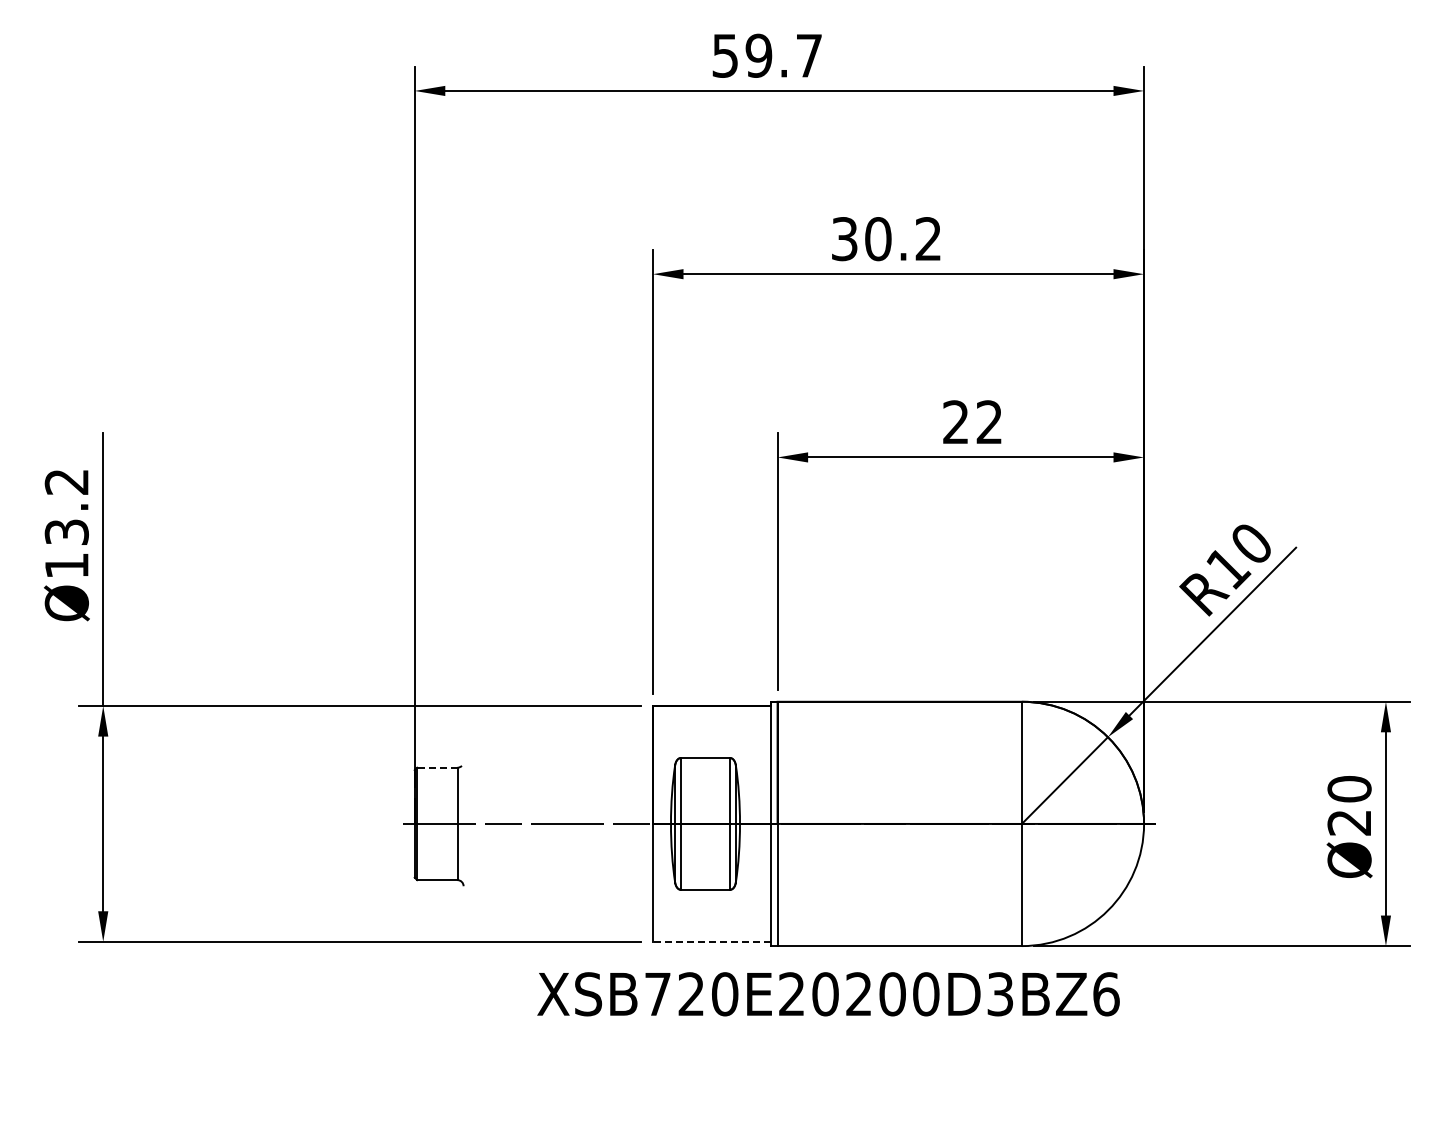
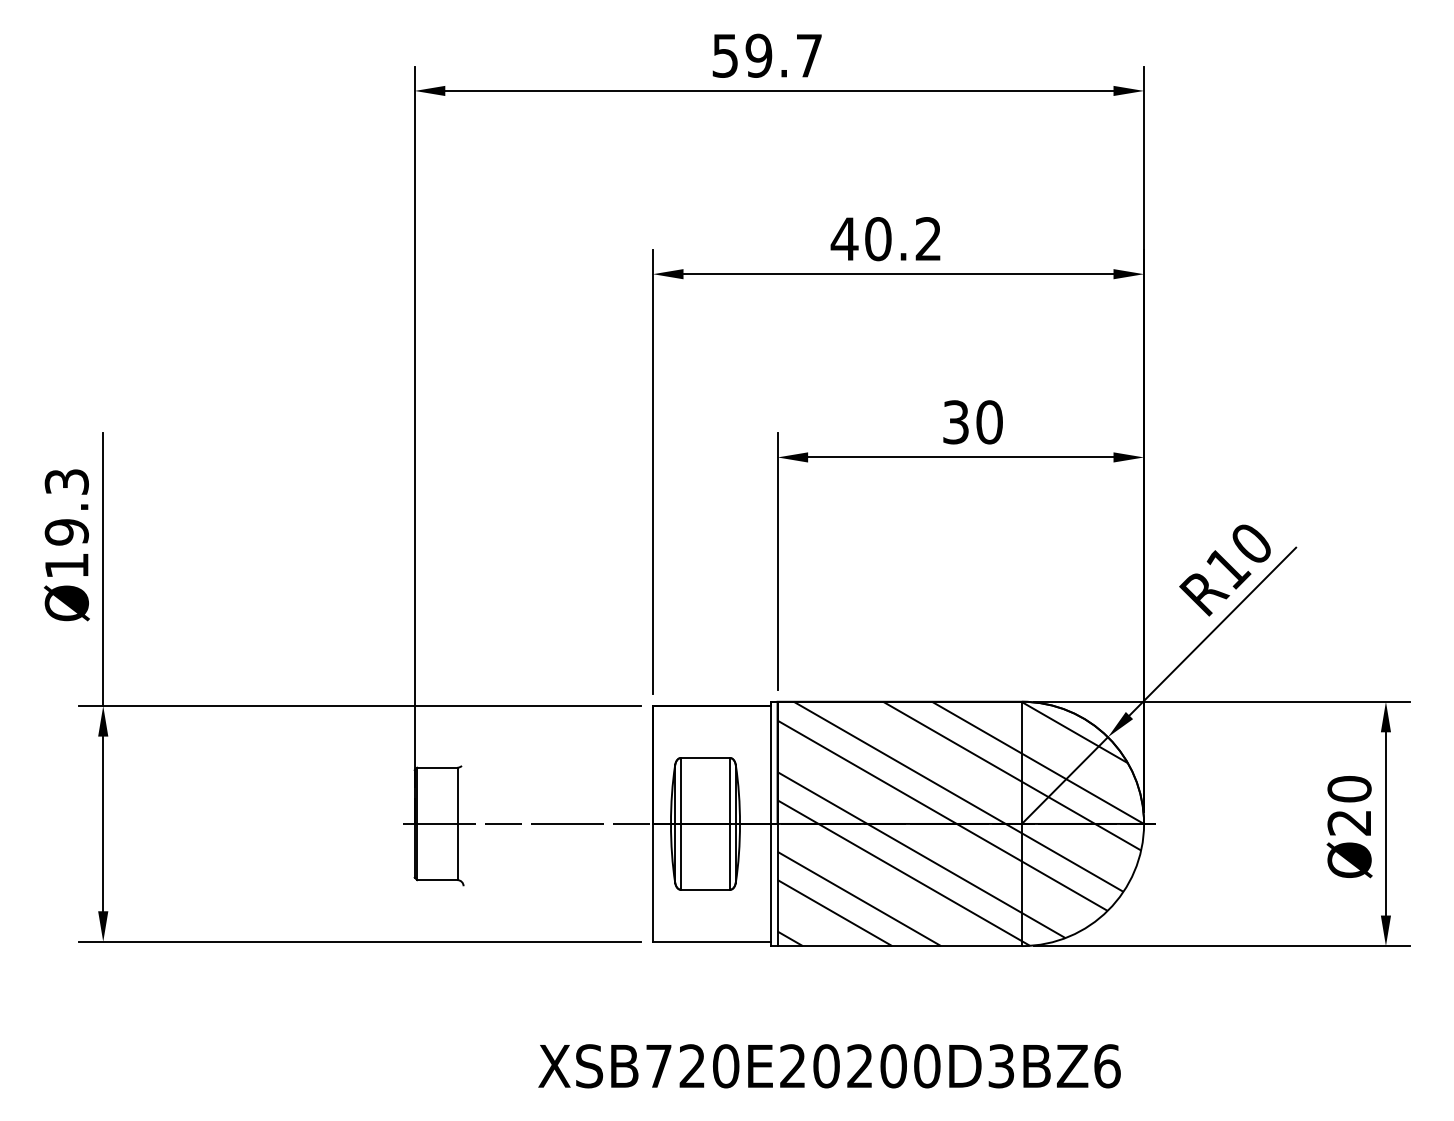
text at (844, 239): 30.2 -> 40.2
text at (972, 422): 22 -> 30
text at (66, 507): Ø13.2 -> Ø19.3
line at (436, 767): dashed -> solid
hatch at (960, 823): none -> present
line at (711, 941): dashed -> solid
text at (828, 994) position: (828, 994) -> (829, 1066)
